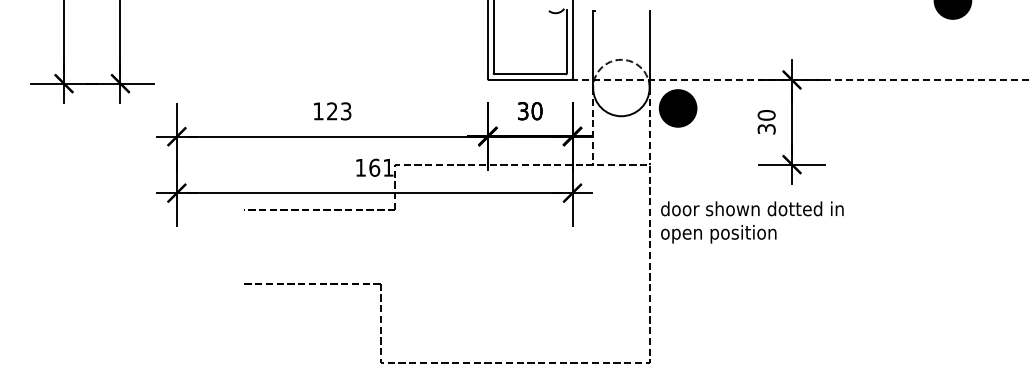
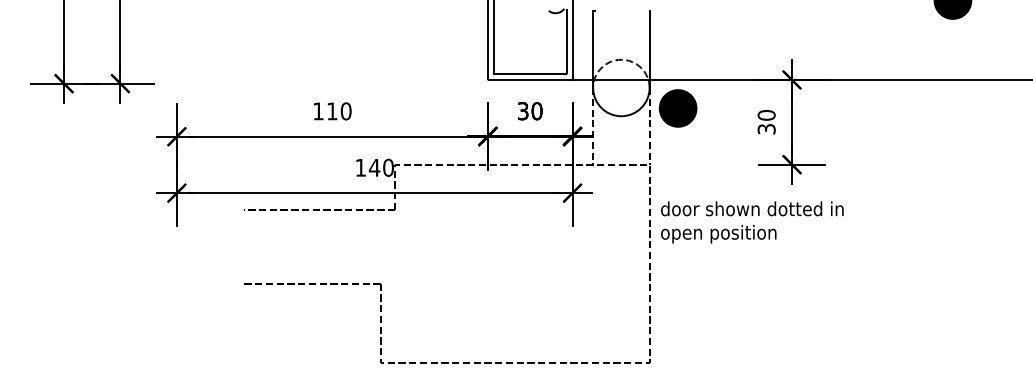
line at (802, 79): dashed -> solid
text at (339, 111): 123 -> 110
text at (380, 167): 161 -> 140
